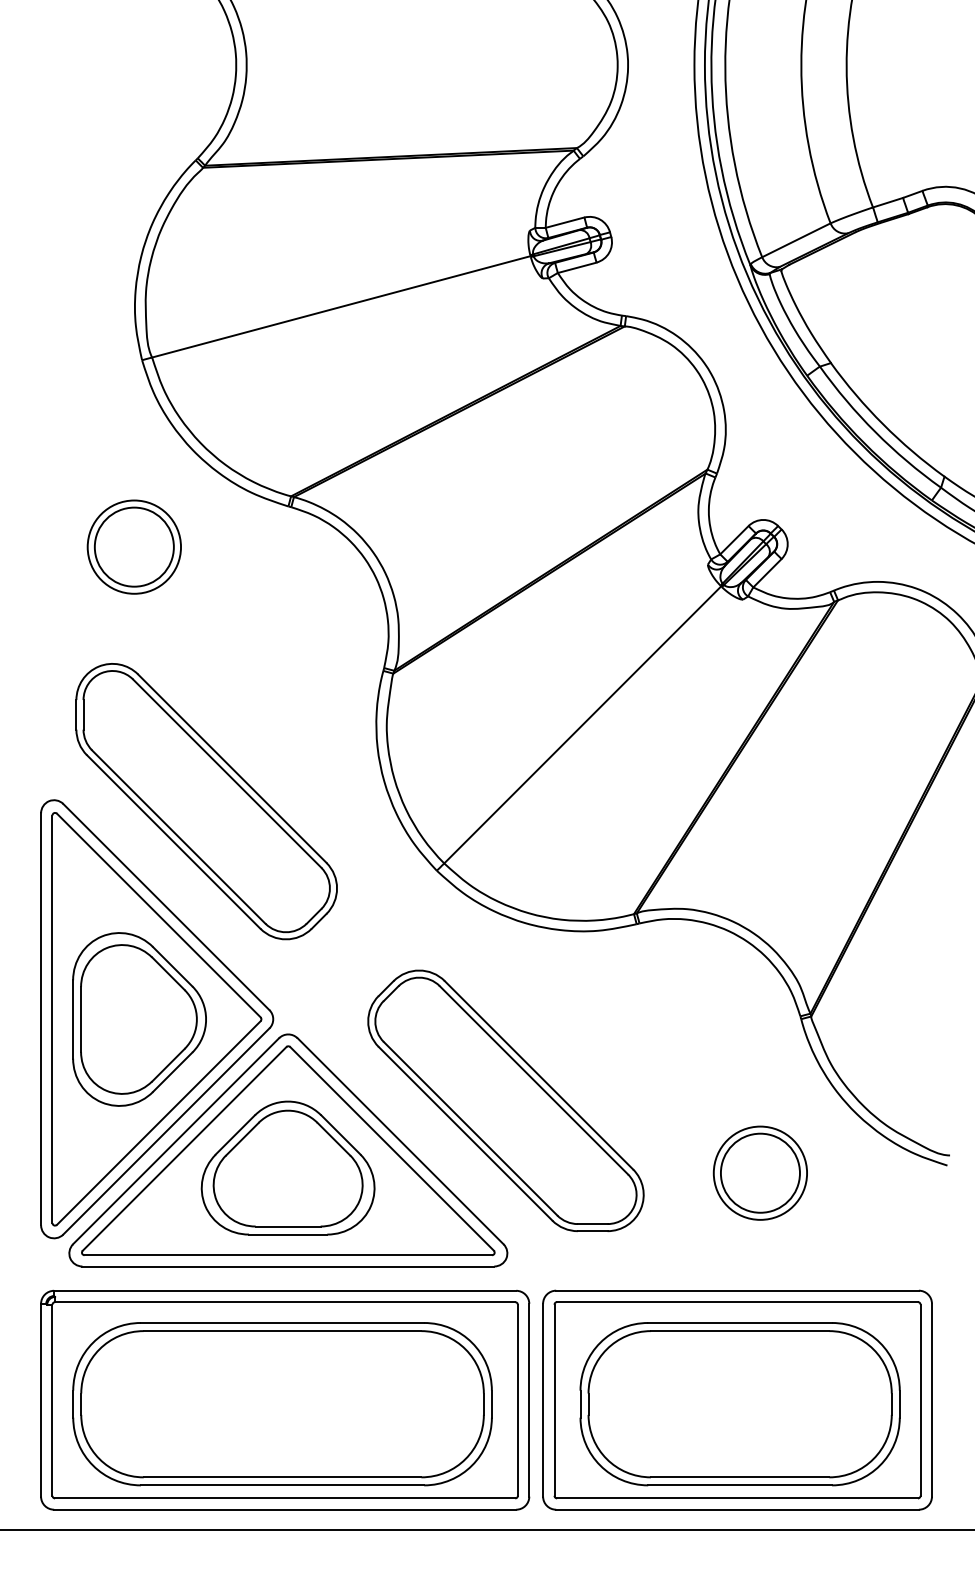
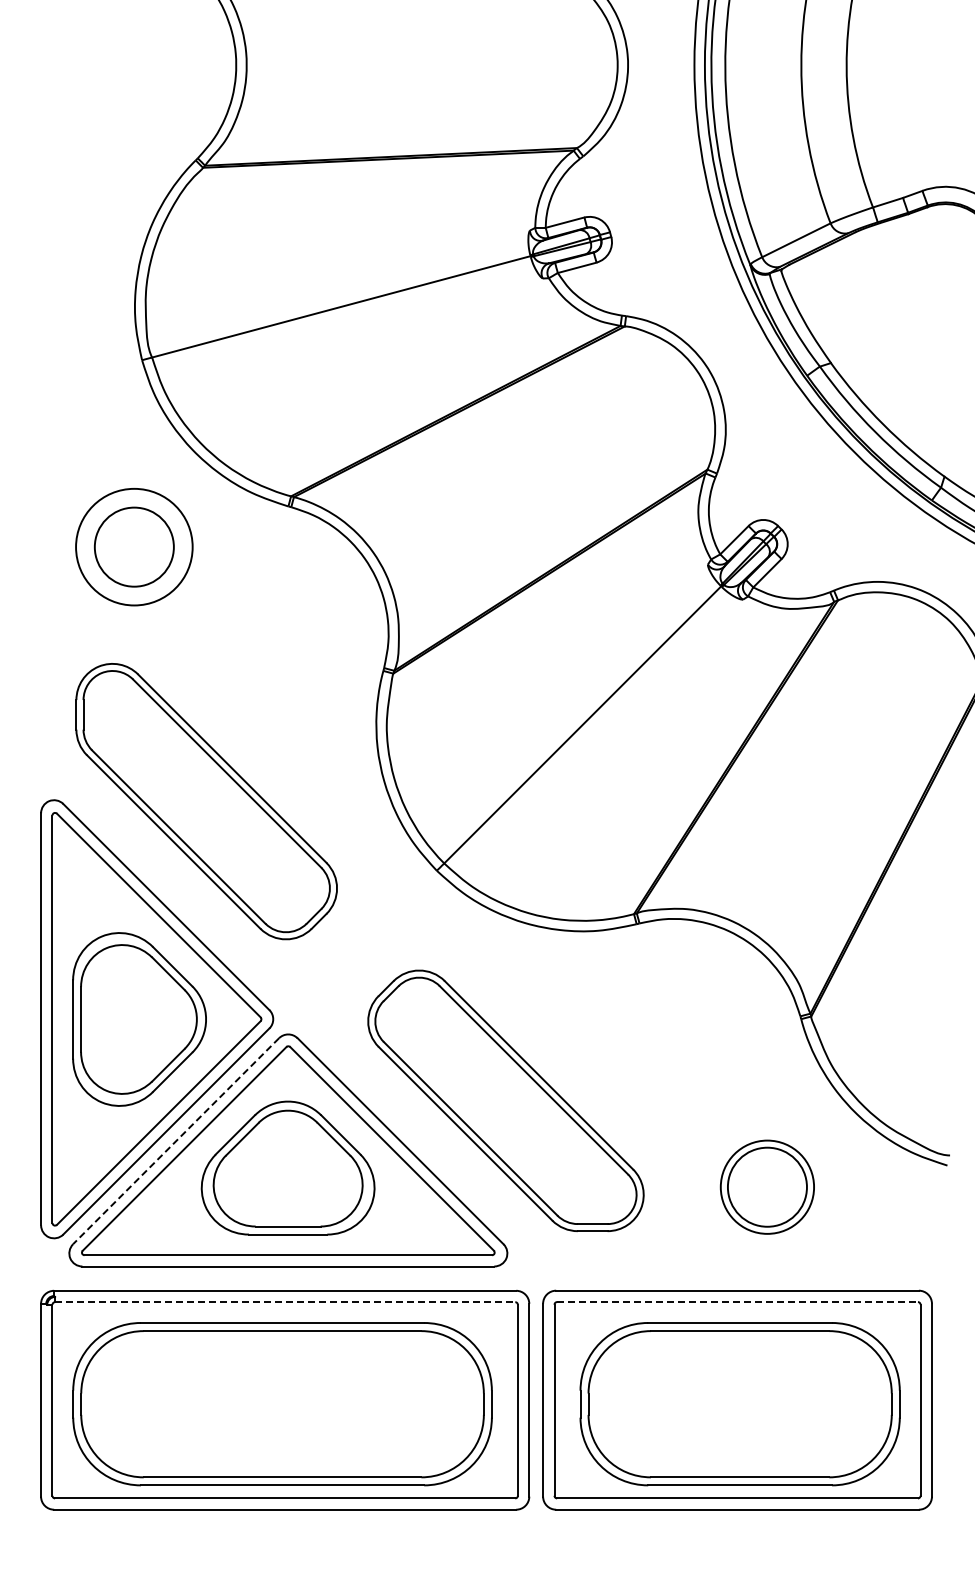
circle at (134, 546) diameter: 93 px -> 117 px
line at (176, 1141): solid -> dashed
part at (759, 1172) position: (759, 1172) -> (766, 1186)
line at (285, 1302): solid -> dashed
line at (738, 1302): solid -> dashed
line at (486, 1529): present -> none
